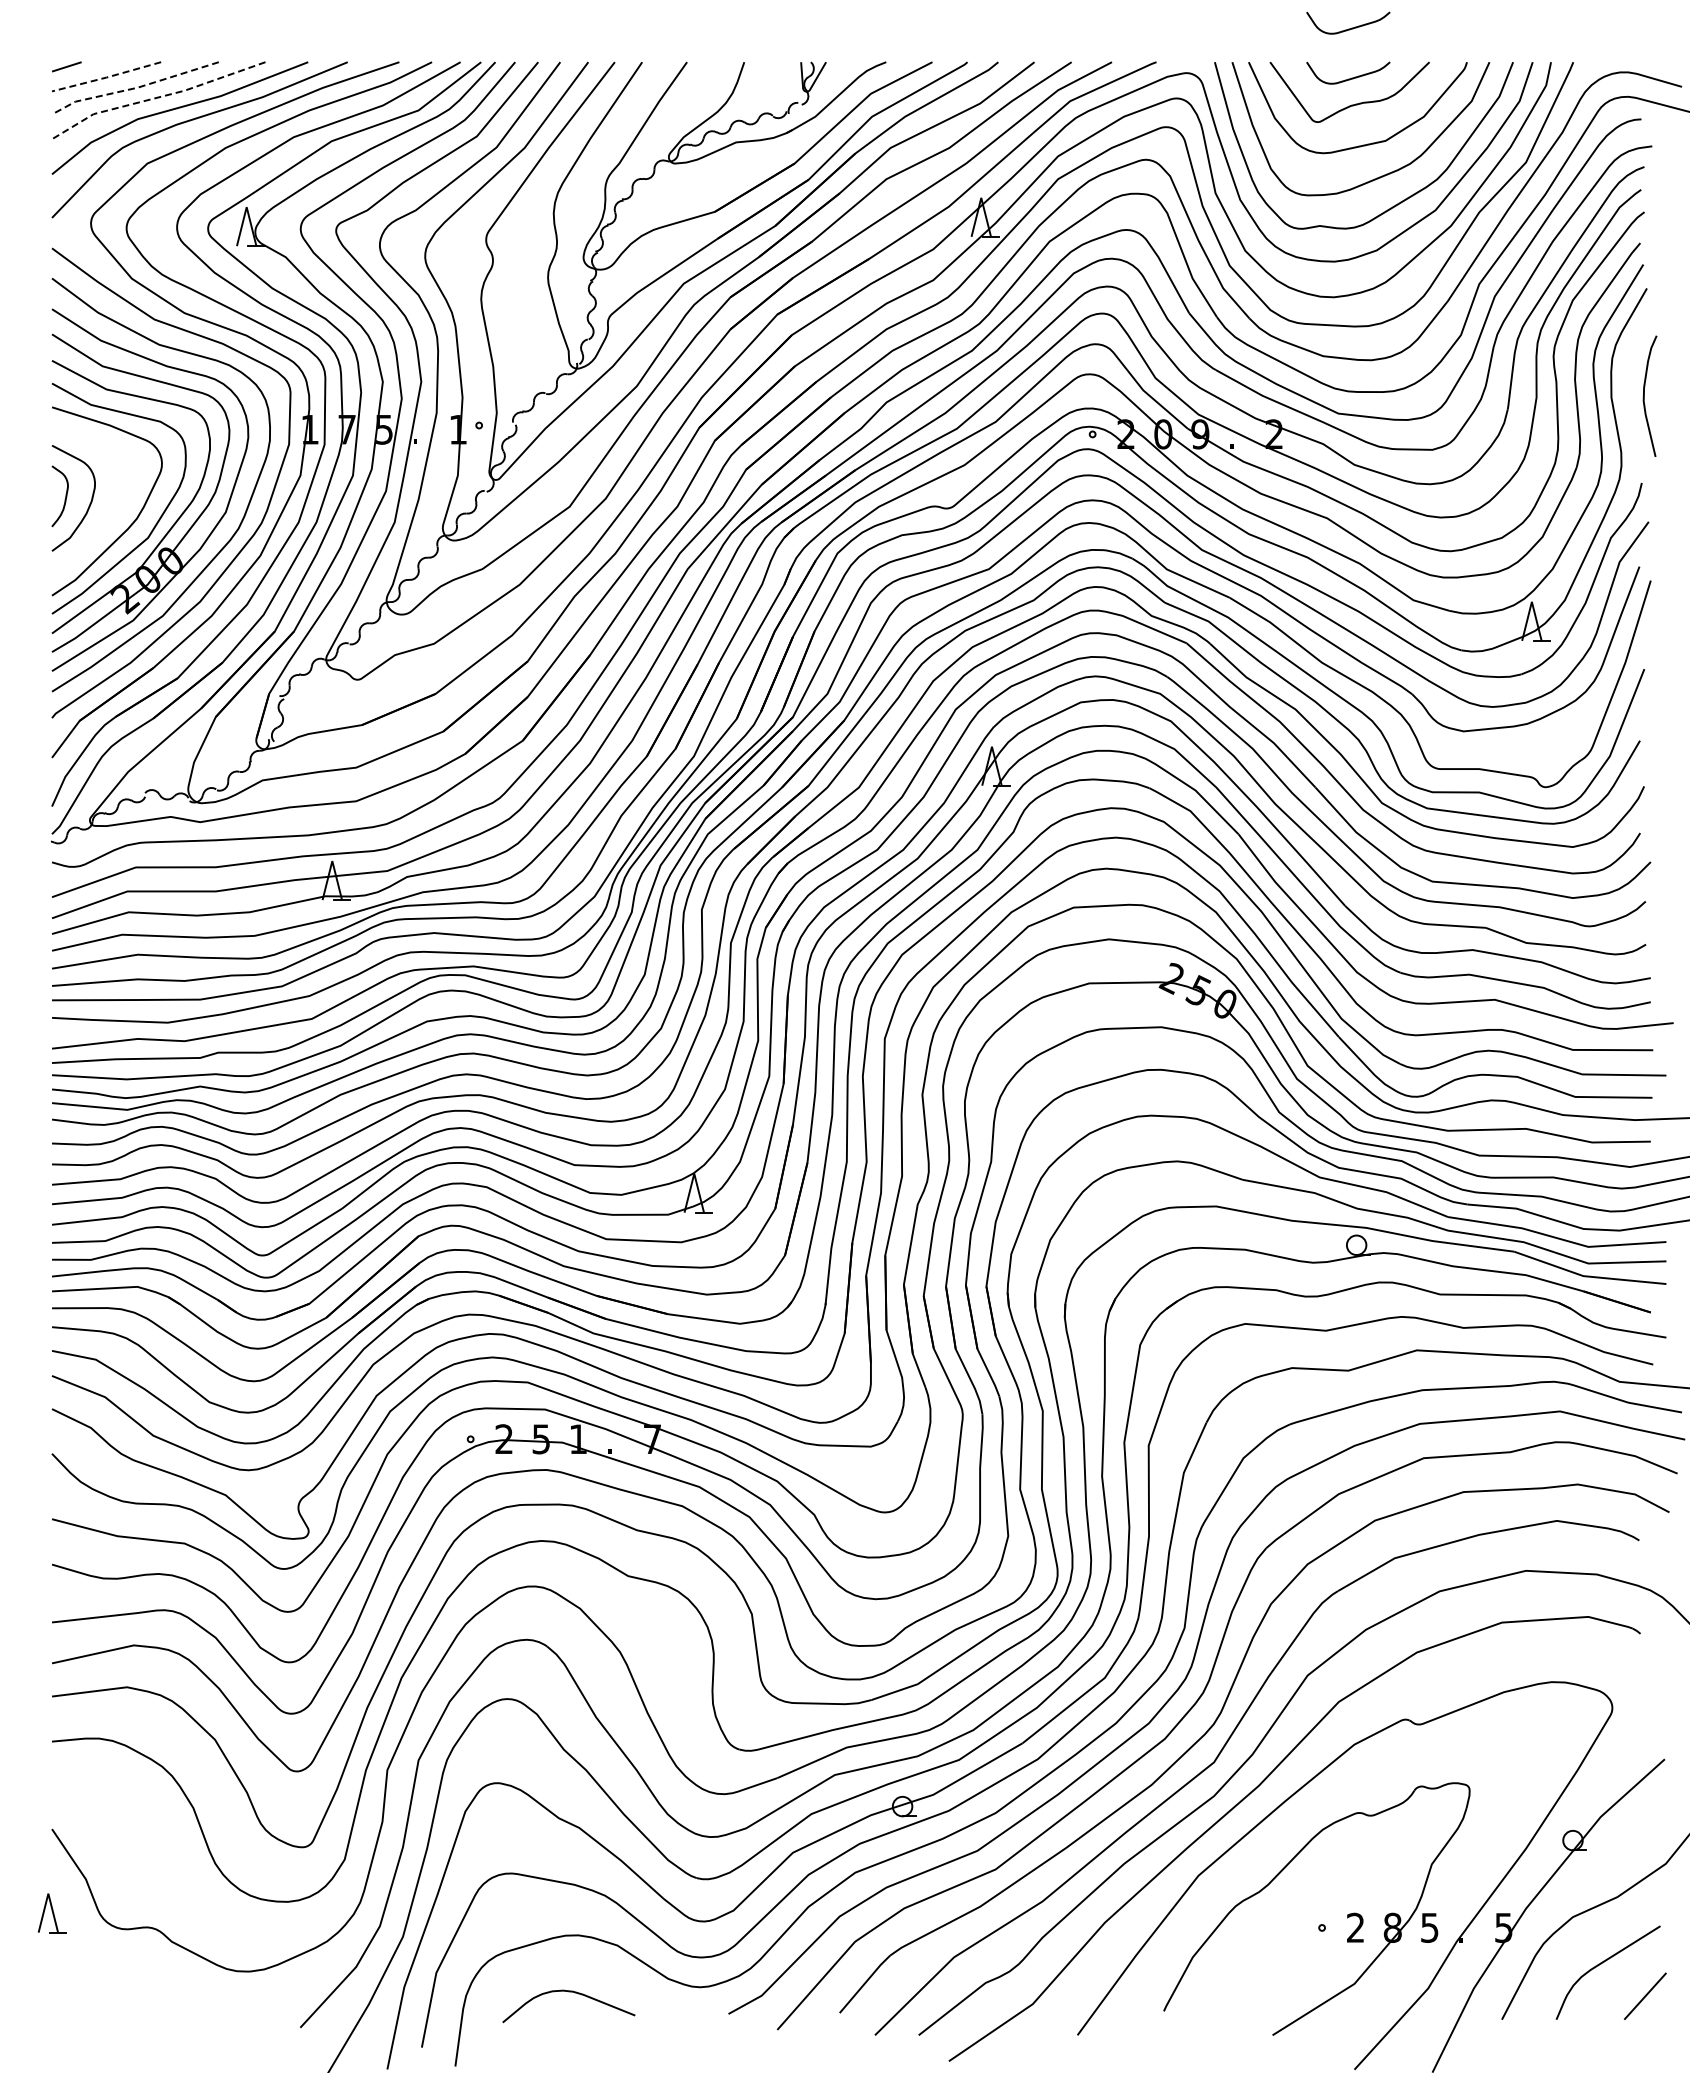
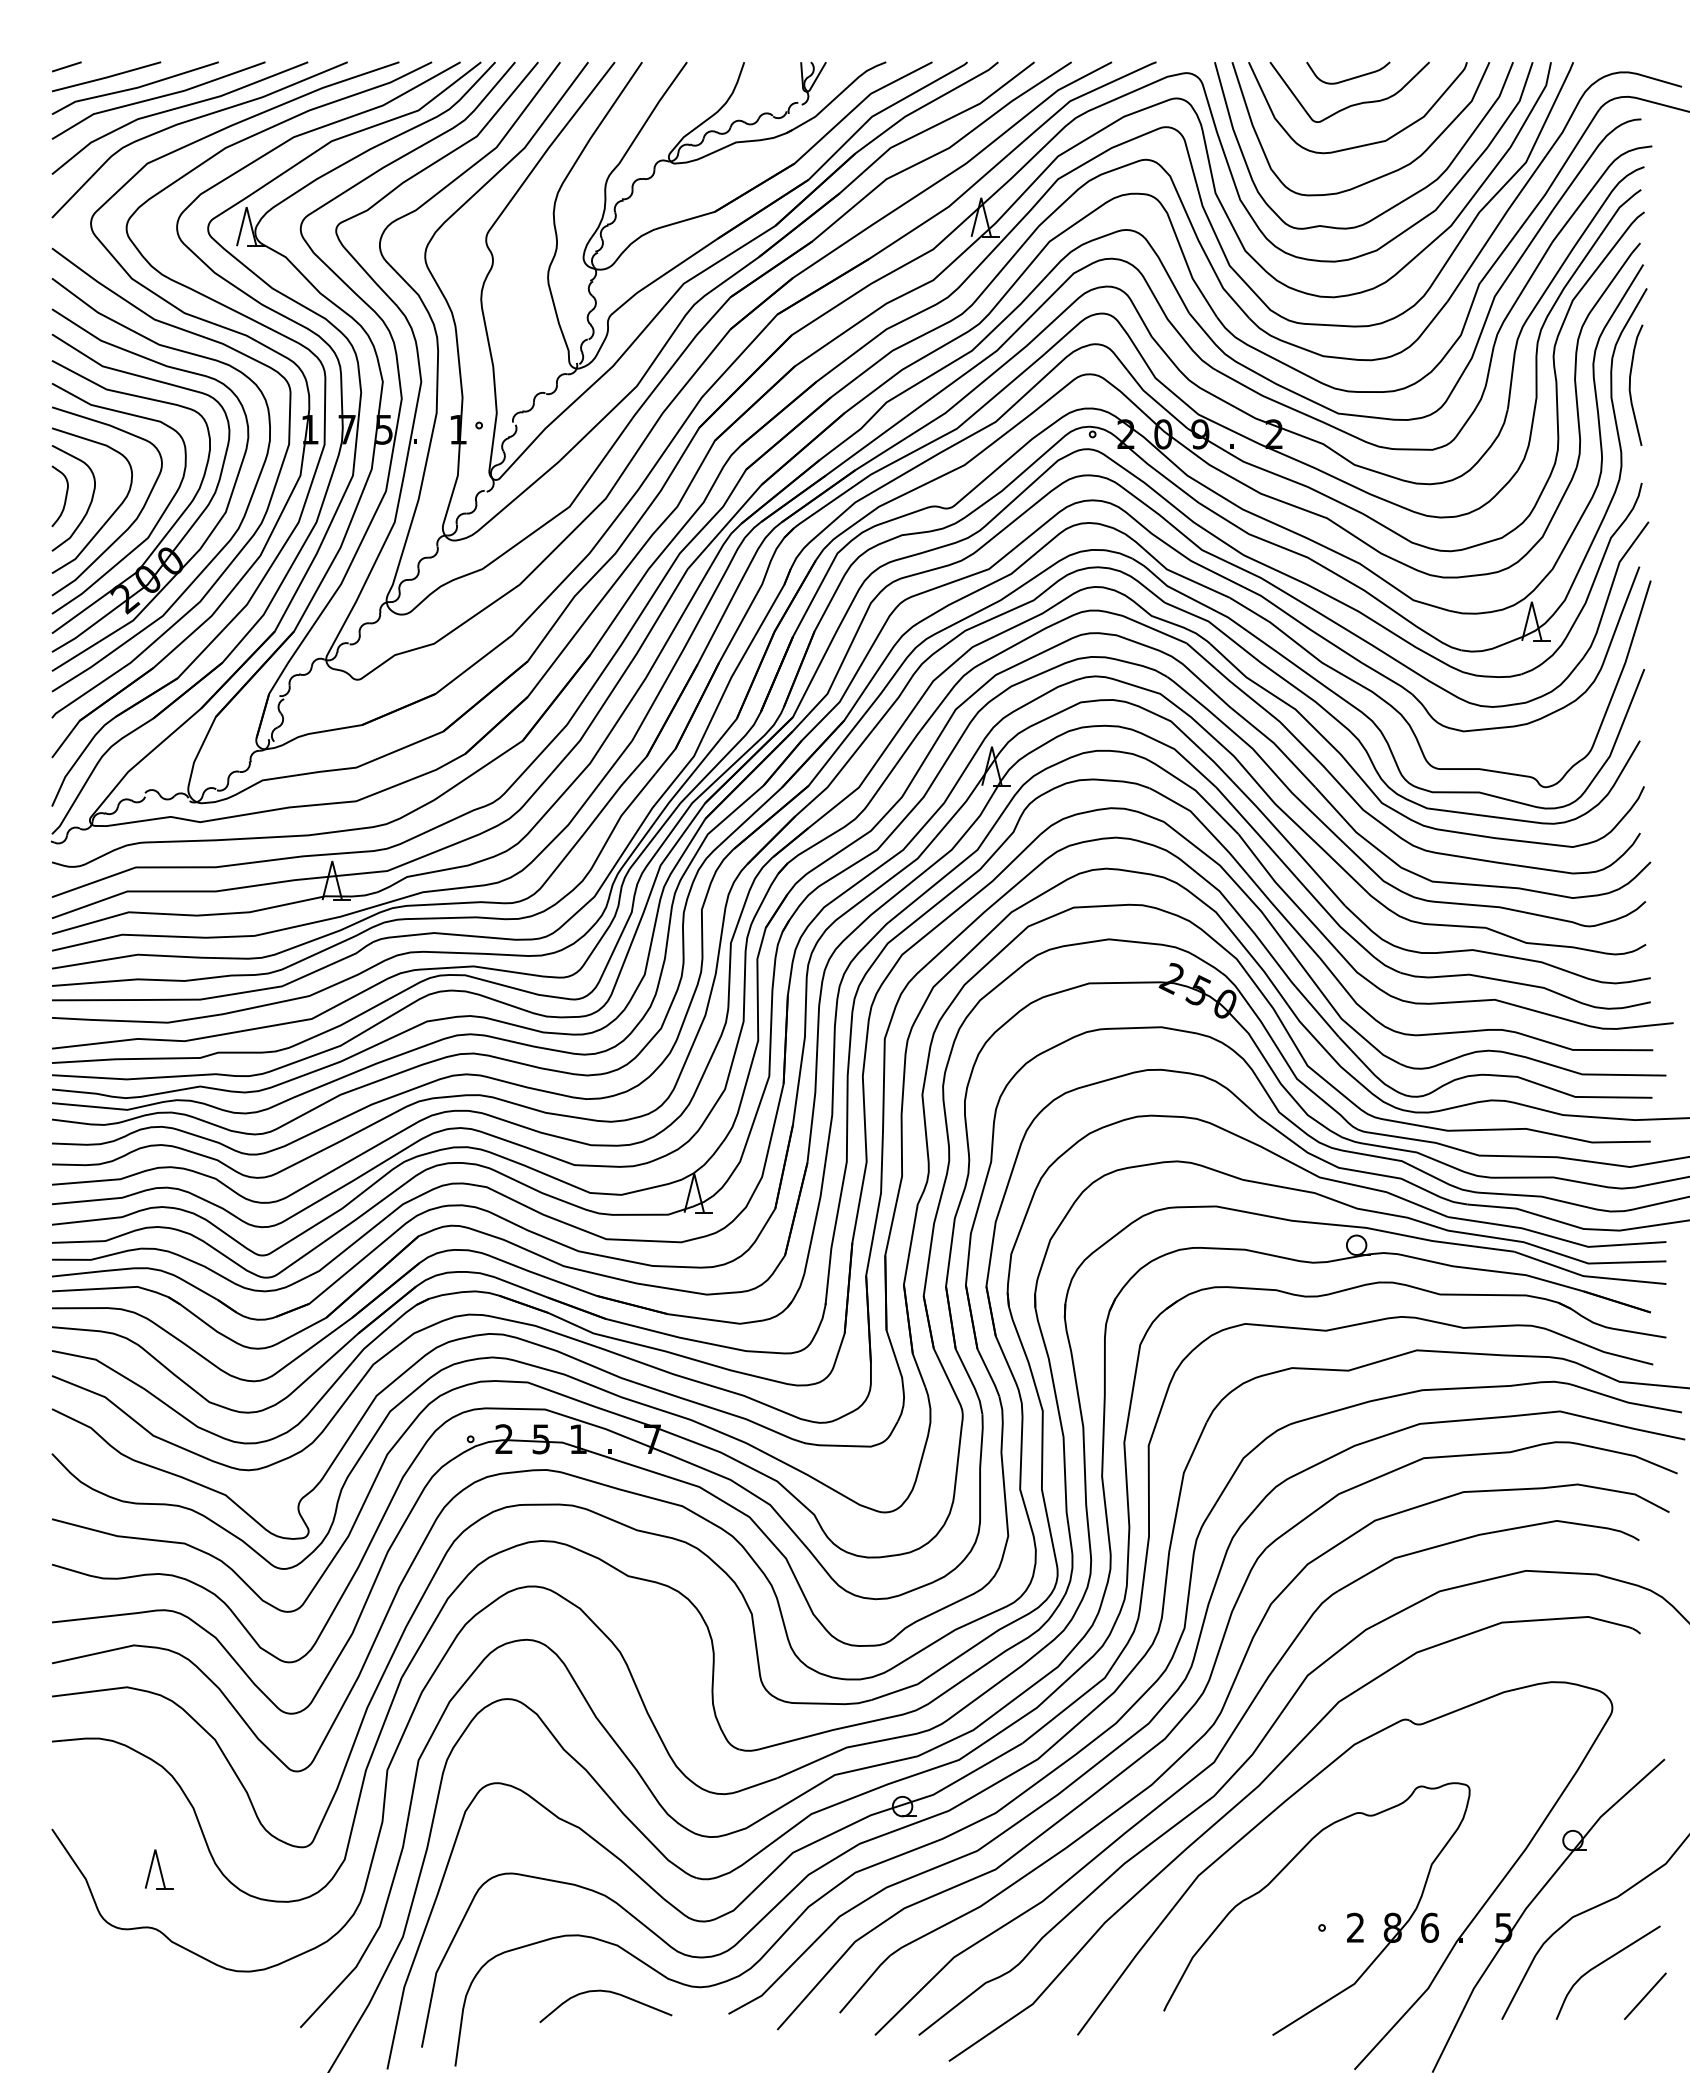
curve at (1351, 27): present -> none
line at (106, 77): dashed -> solid
line at (134, 88): dashed -> solid
line at (156, 97): dashed -> solid
curve at (1644, 395) position: (1644, 395) -> (1630, 384)
curve at (109, 516): none -> present
part at (52, 1913) position: (52, 1913) -> (159, 1869)
text at (1430, 1927): 5 -> 6
curve at (568, 1992) position: (568, 1992) -> (605, 1992)
